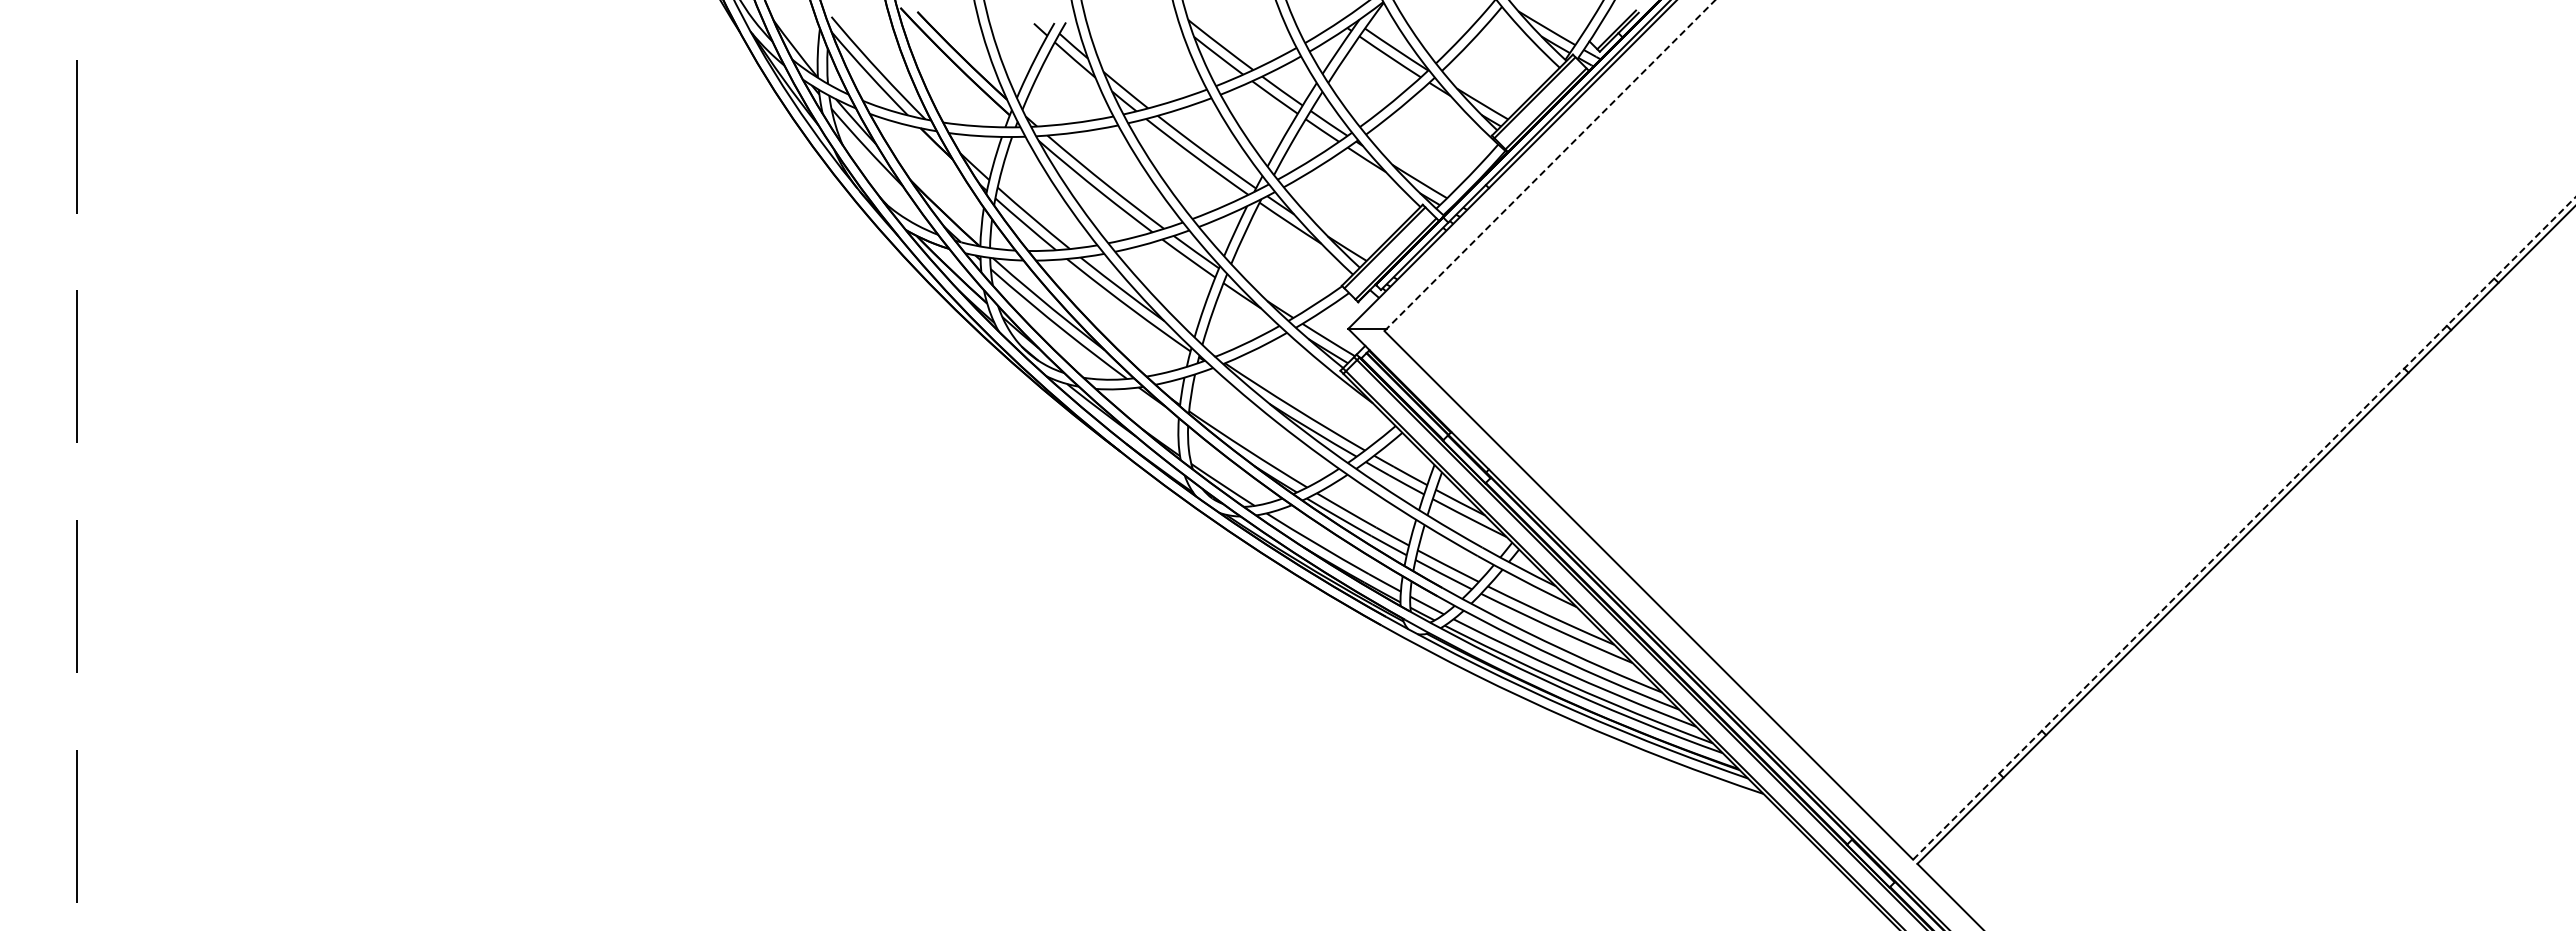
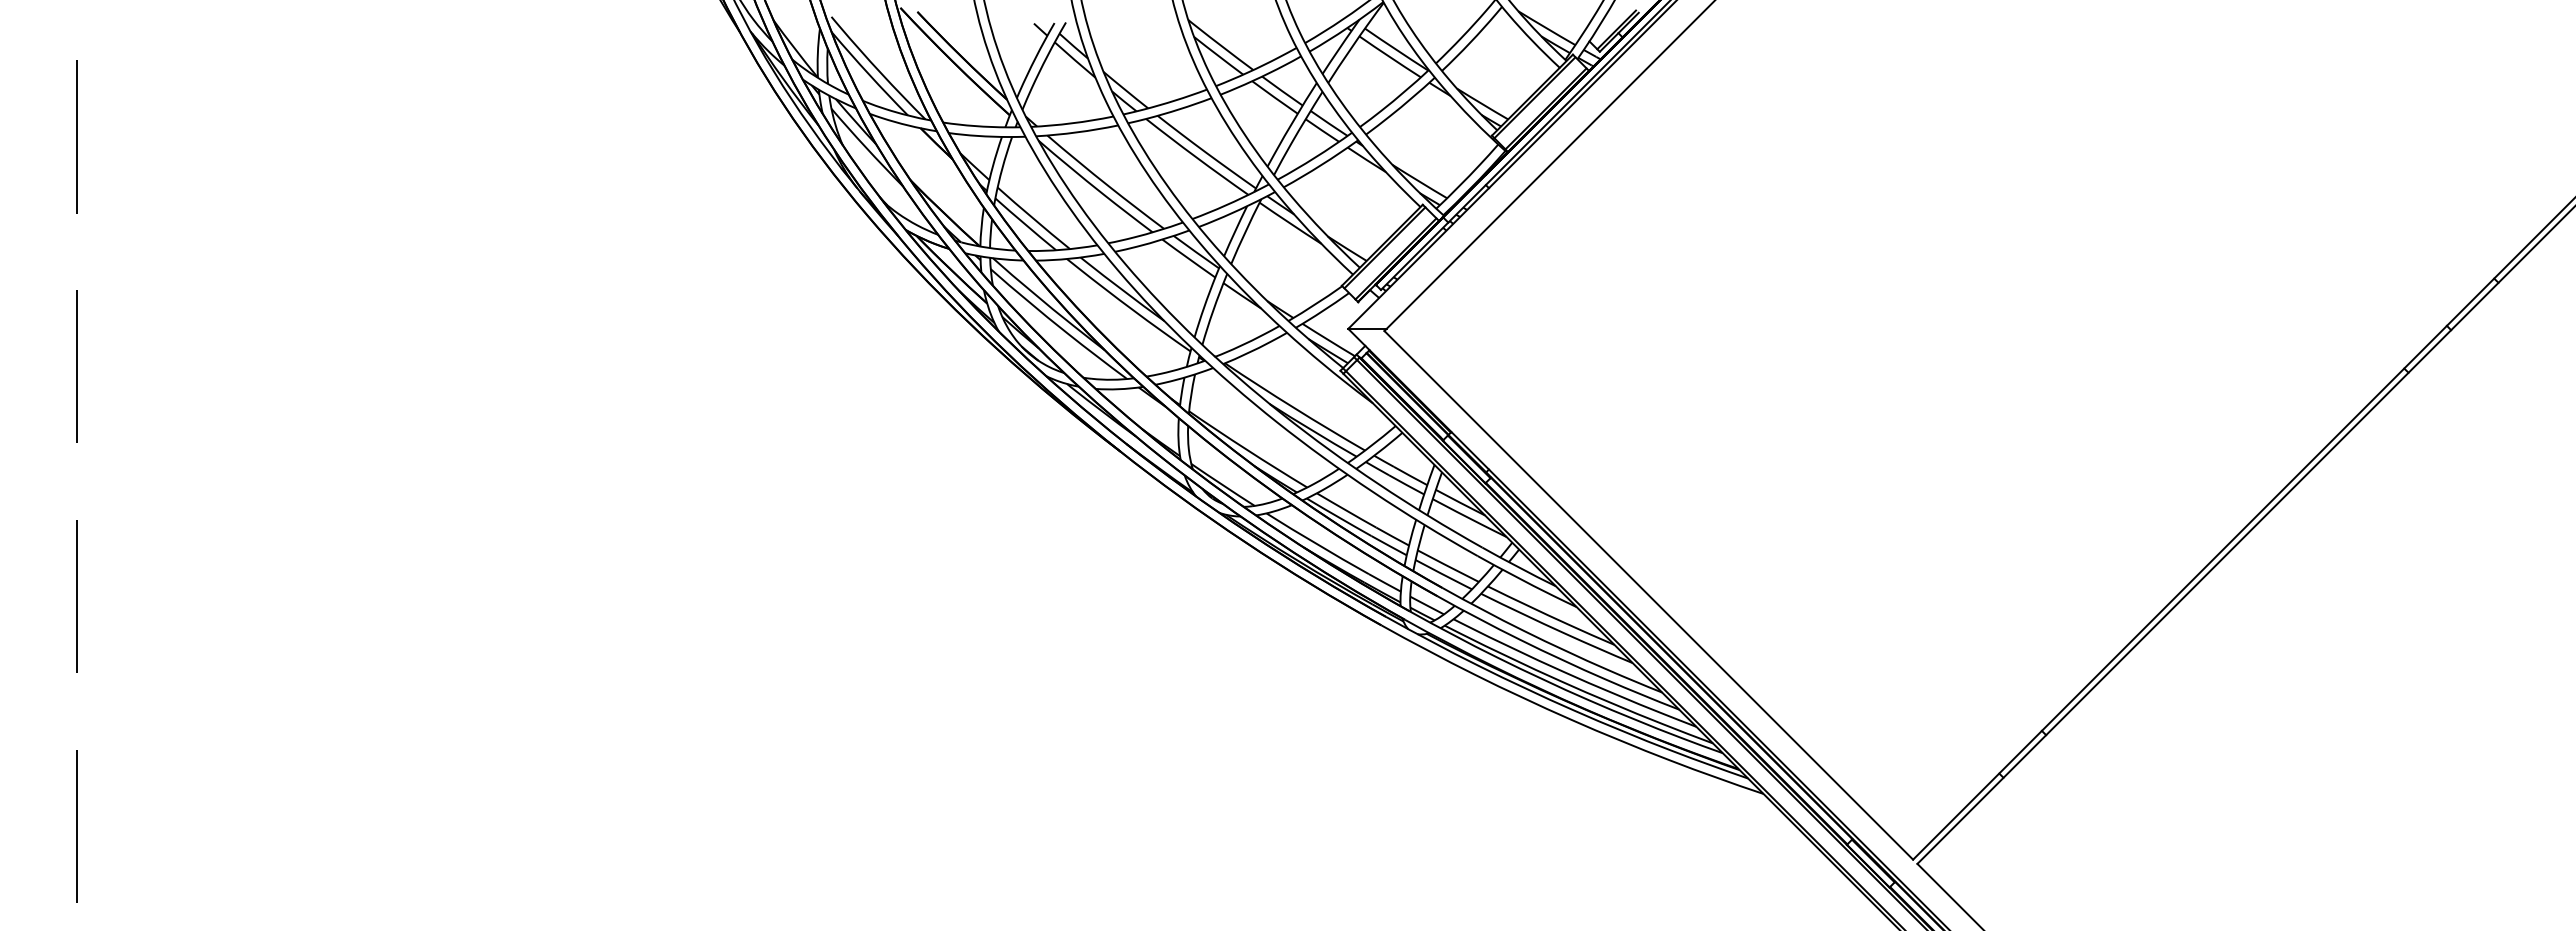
line at (1549, 165): dashed -> solid
line at (2244, 528): dashed -> solid
